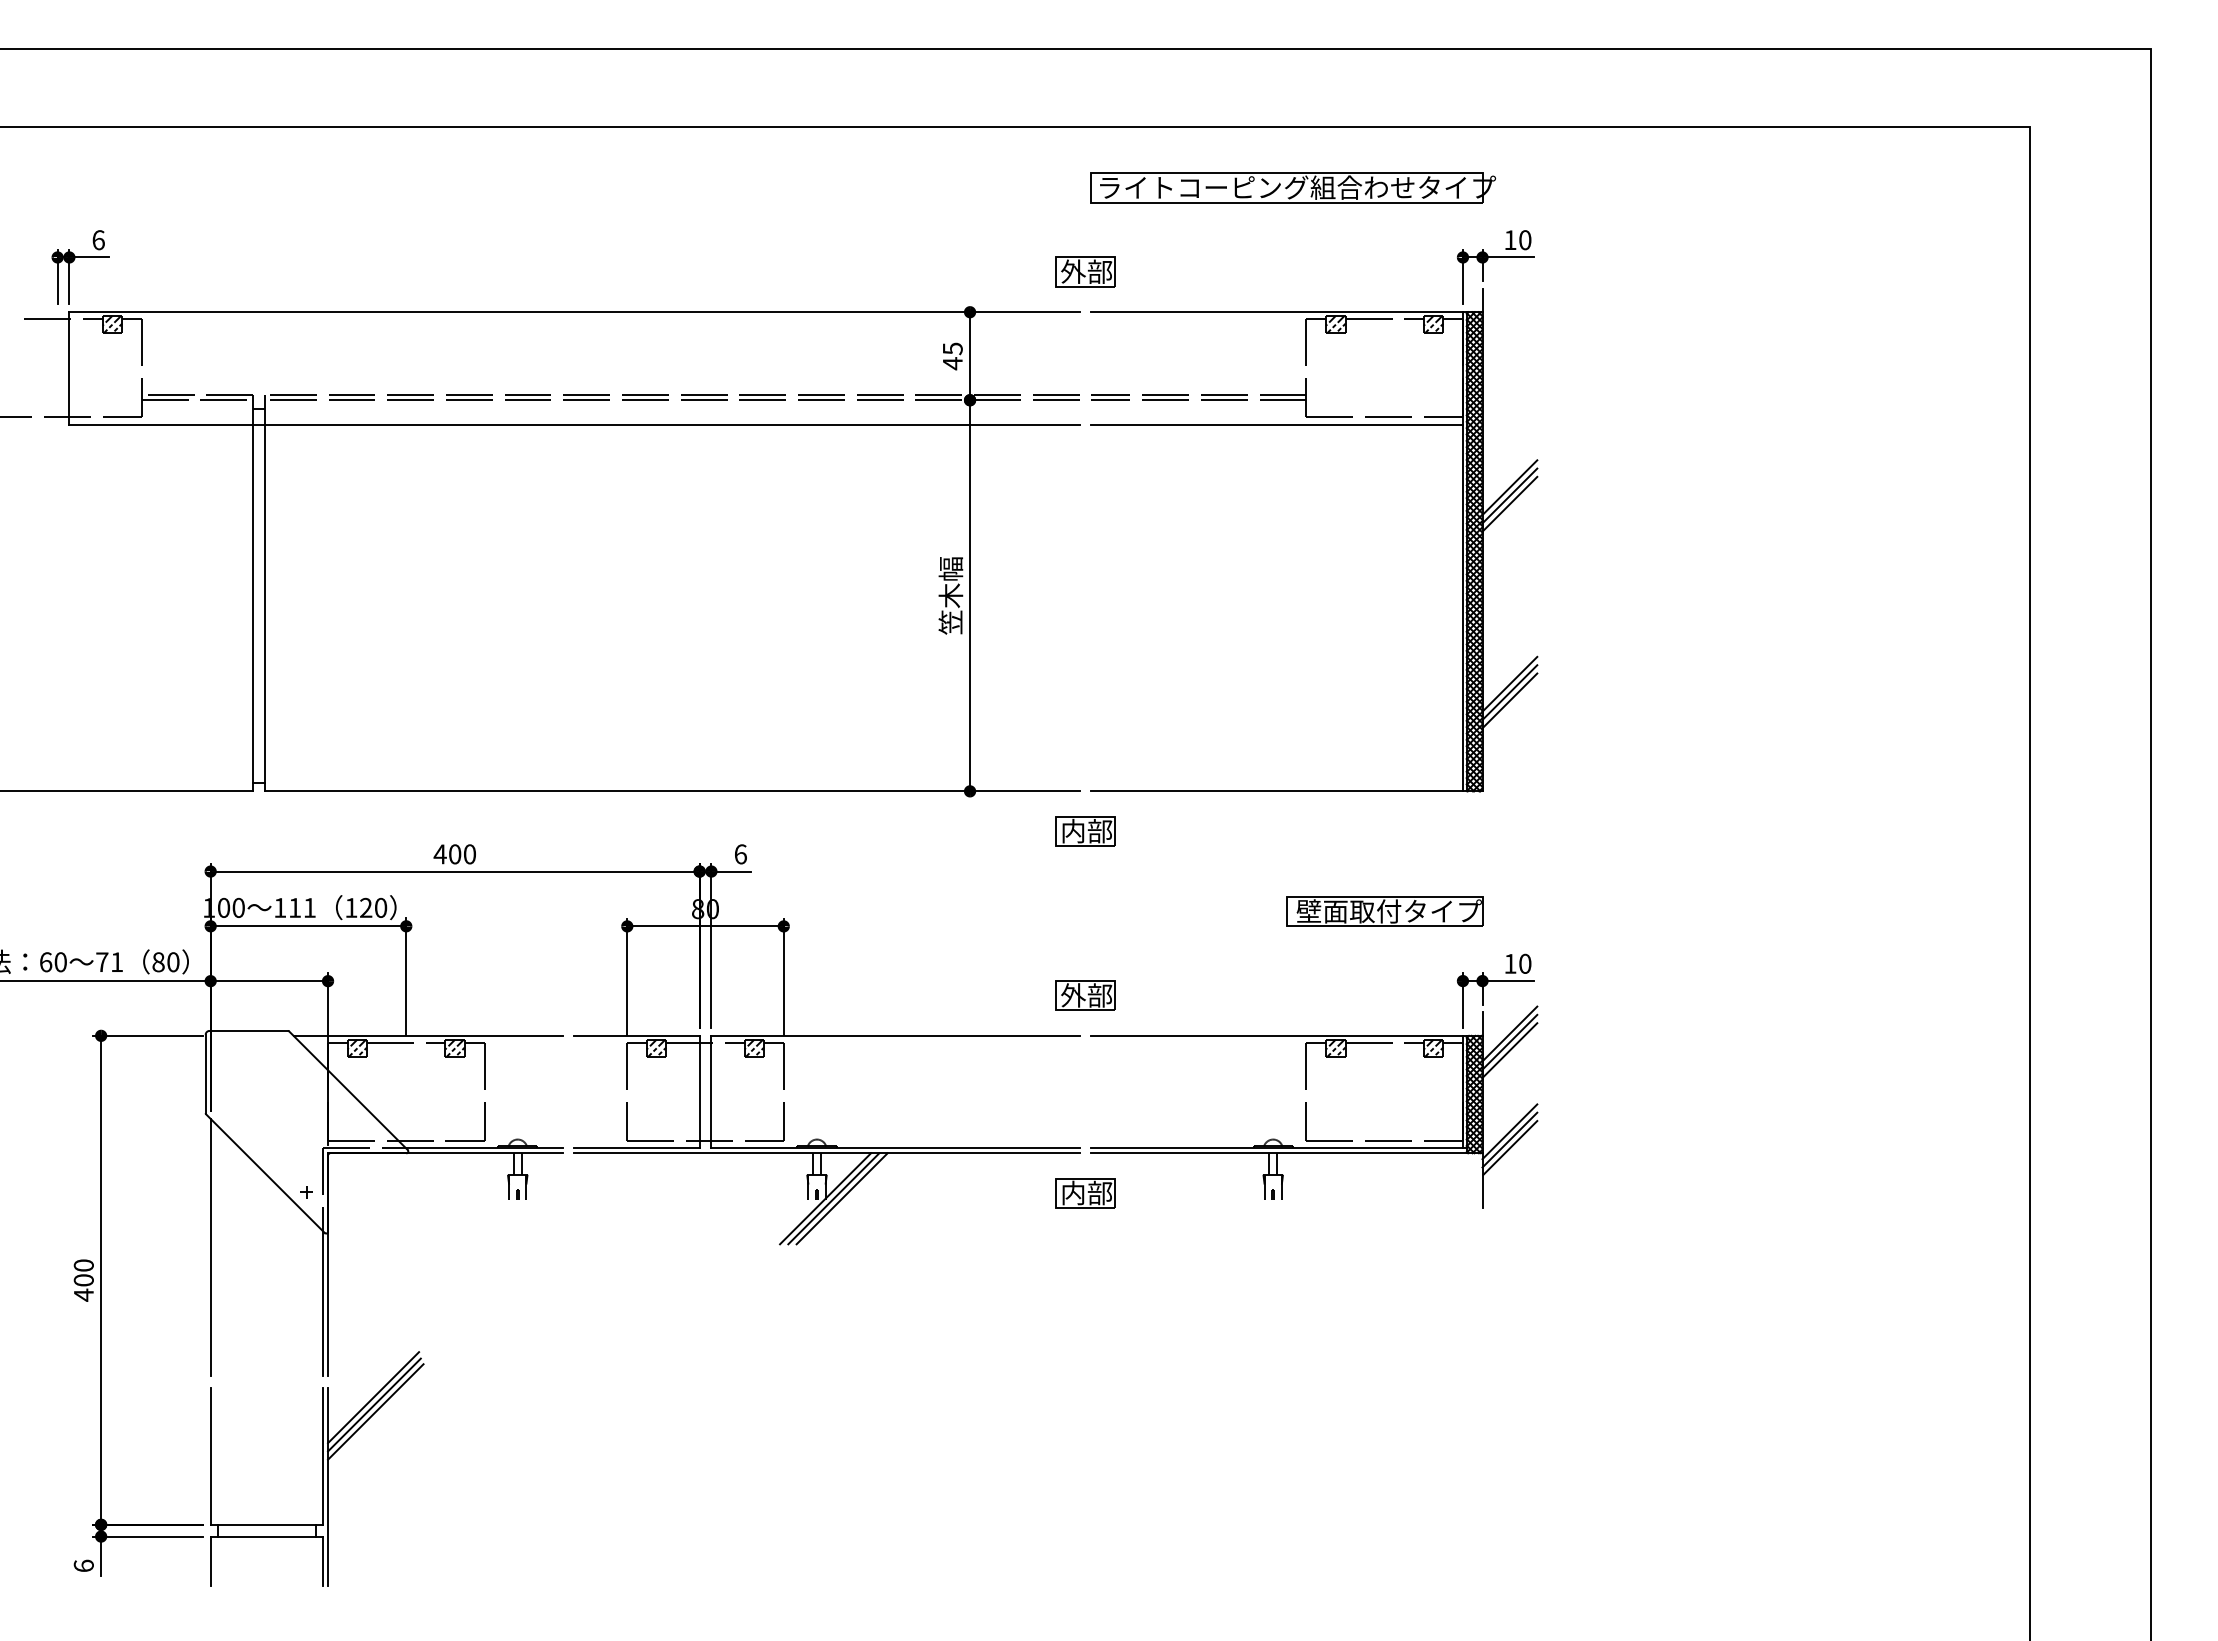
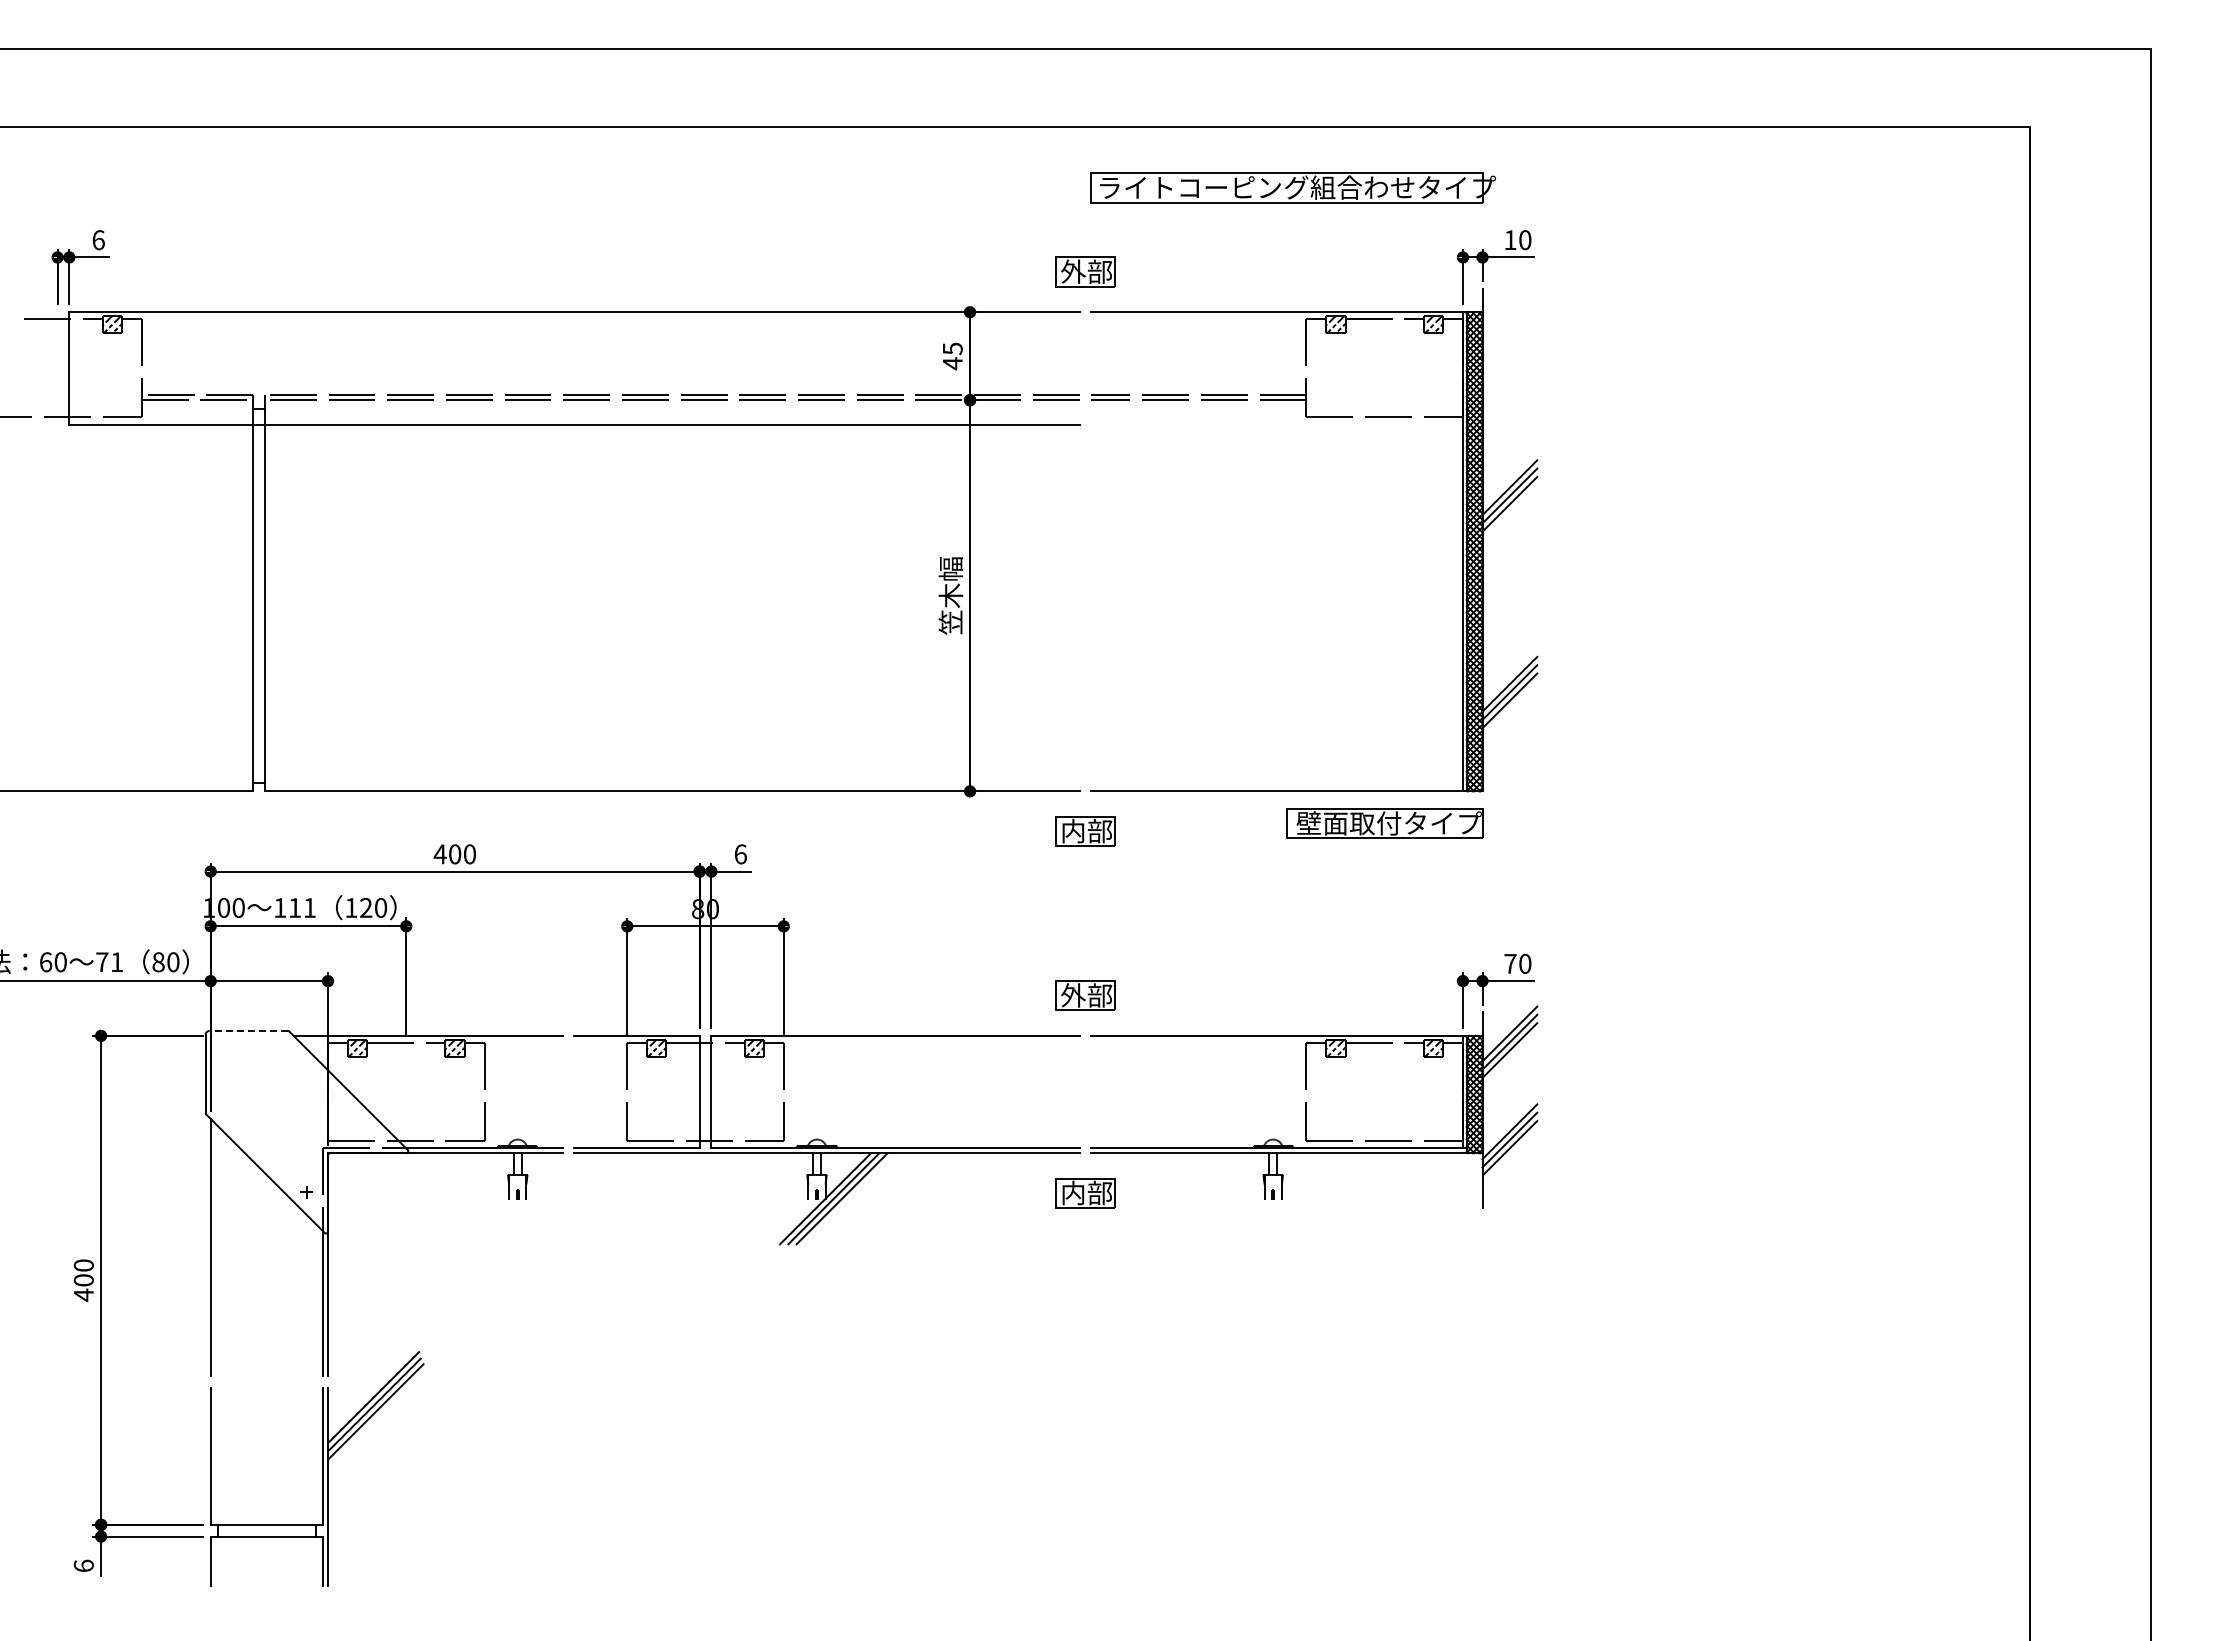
line at (1276, 424): present -> none
part at (1384, 911) position: (1384, 911) -> (1384, 823)
text at (1510, 963): 10 -> 70
line at (248, 1030): solid -> dashed
